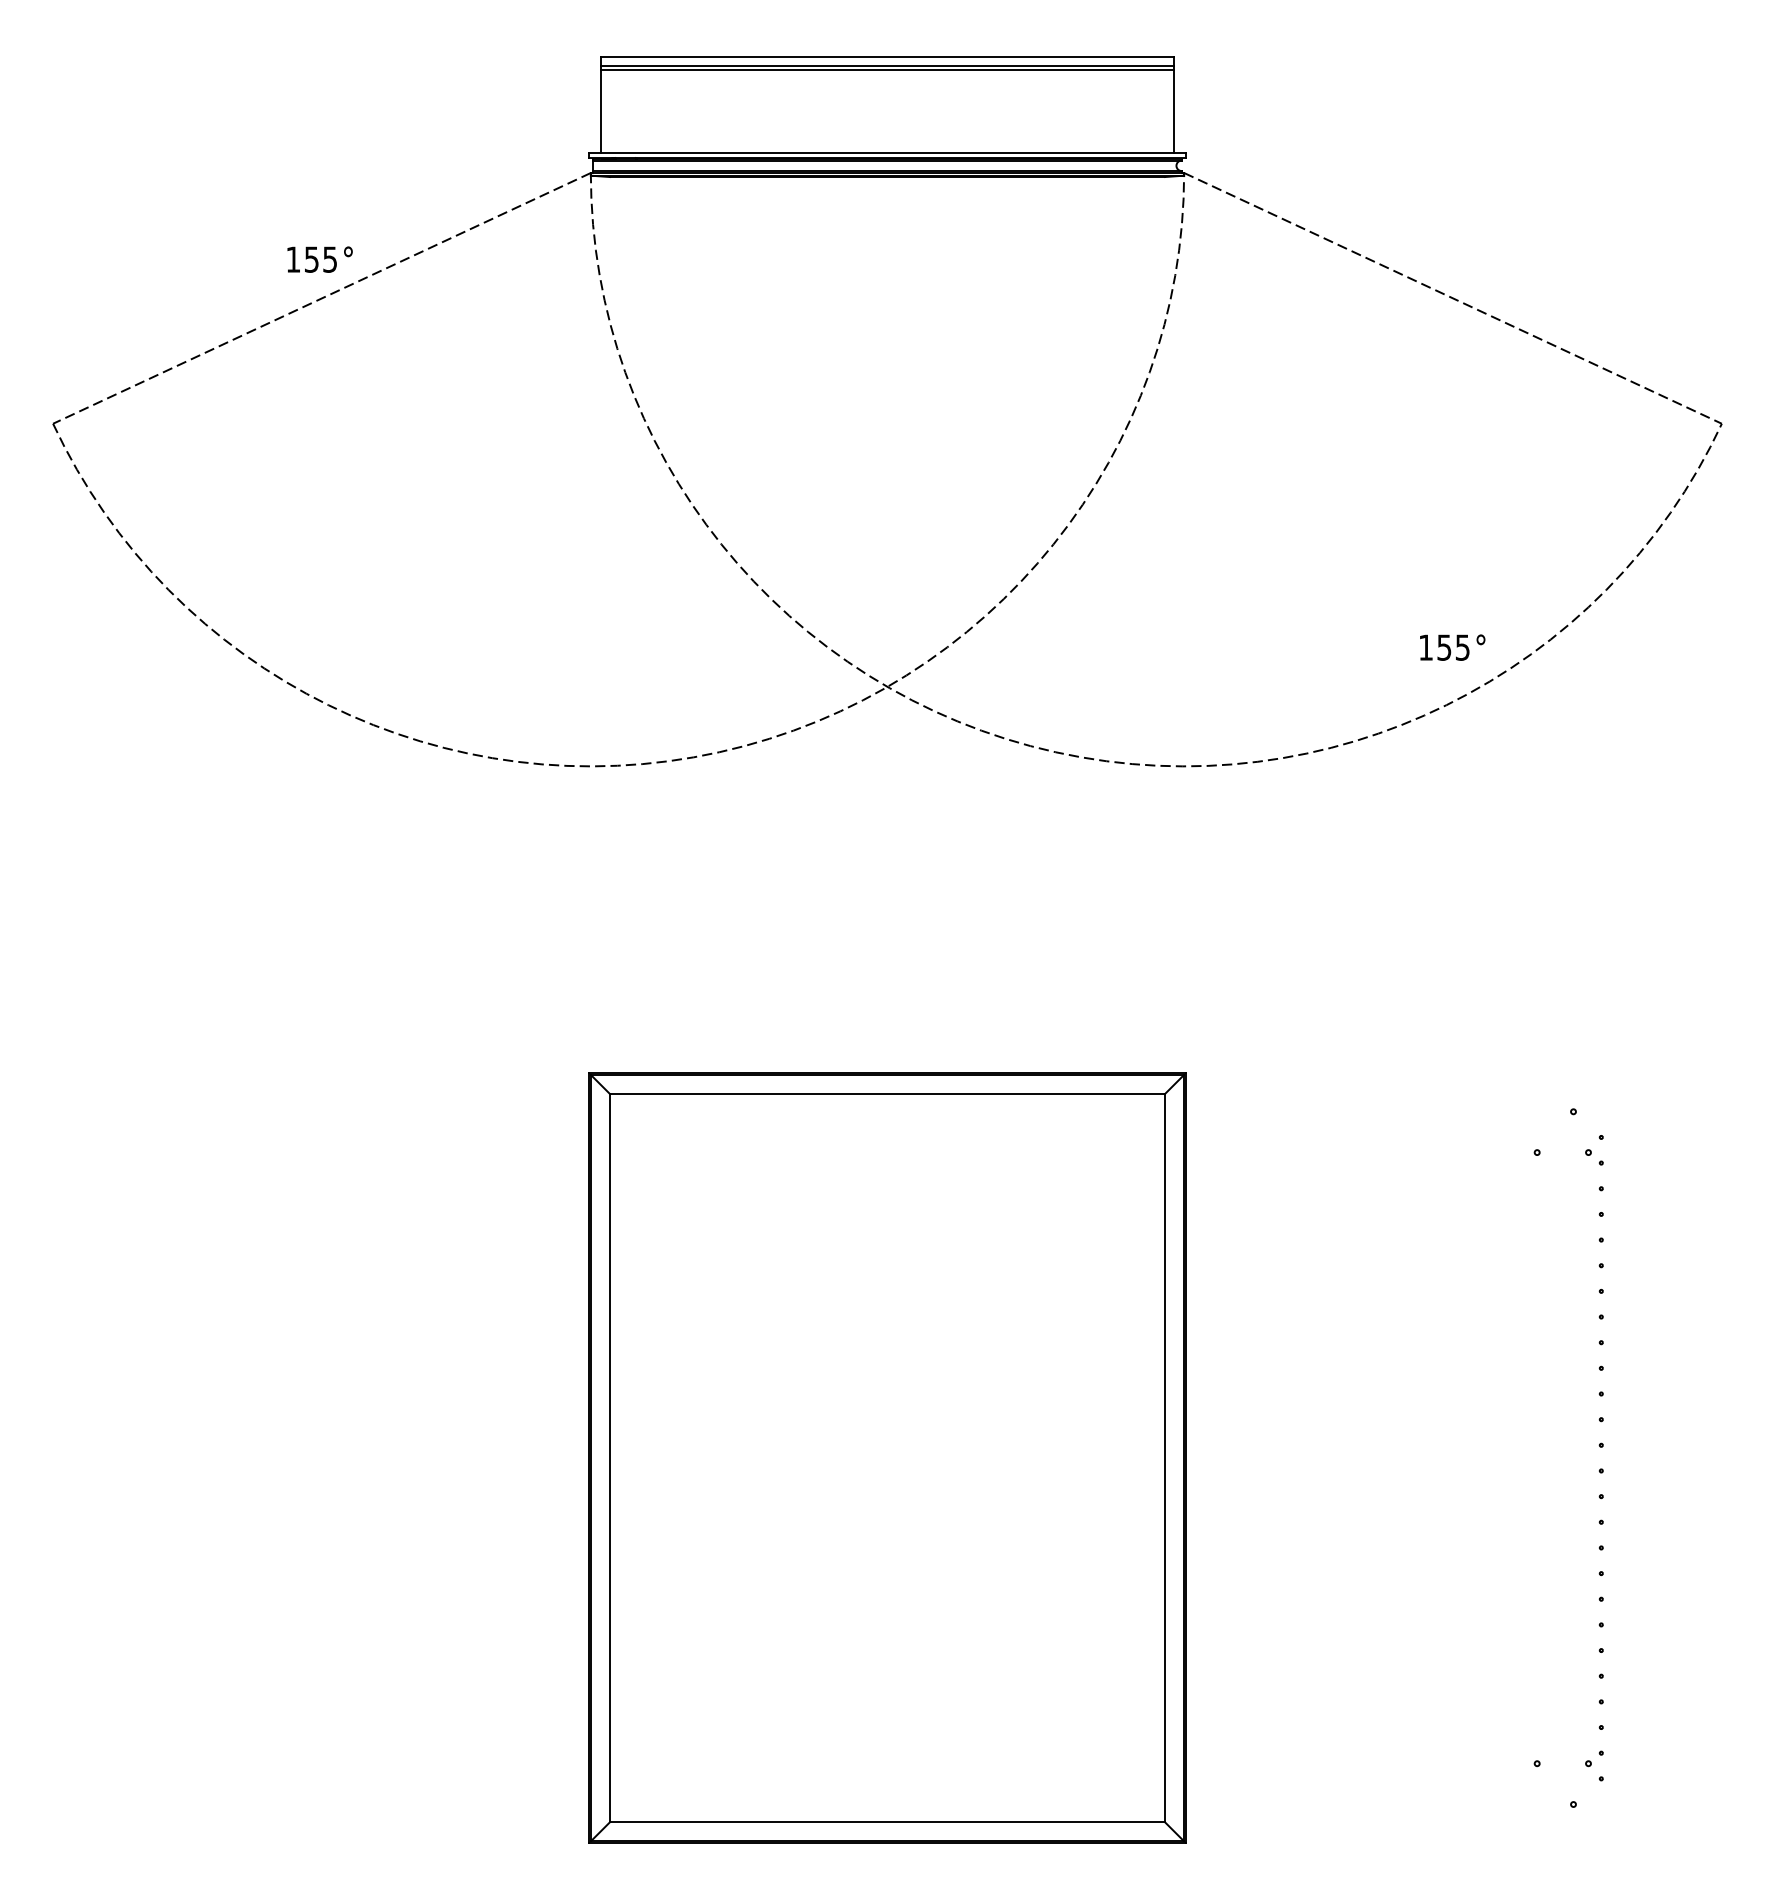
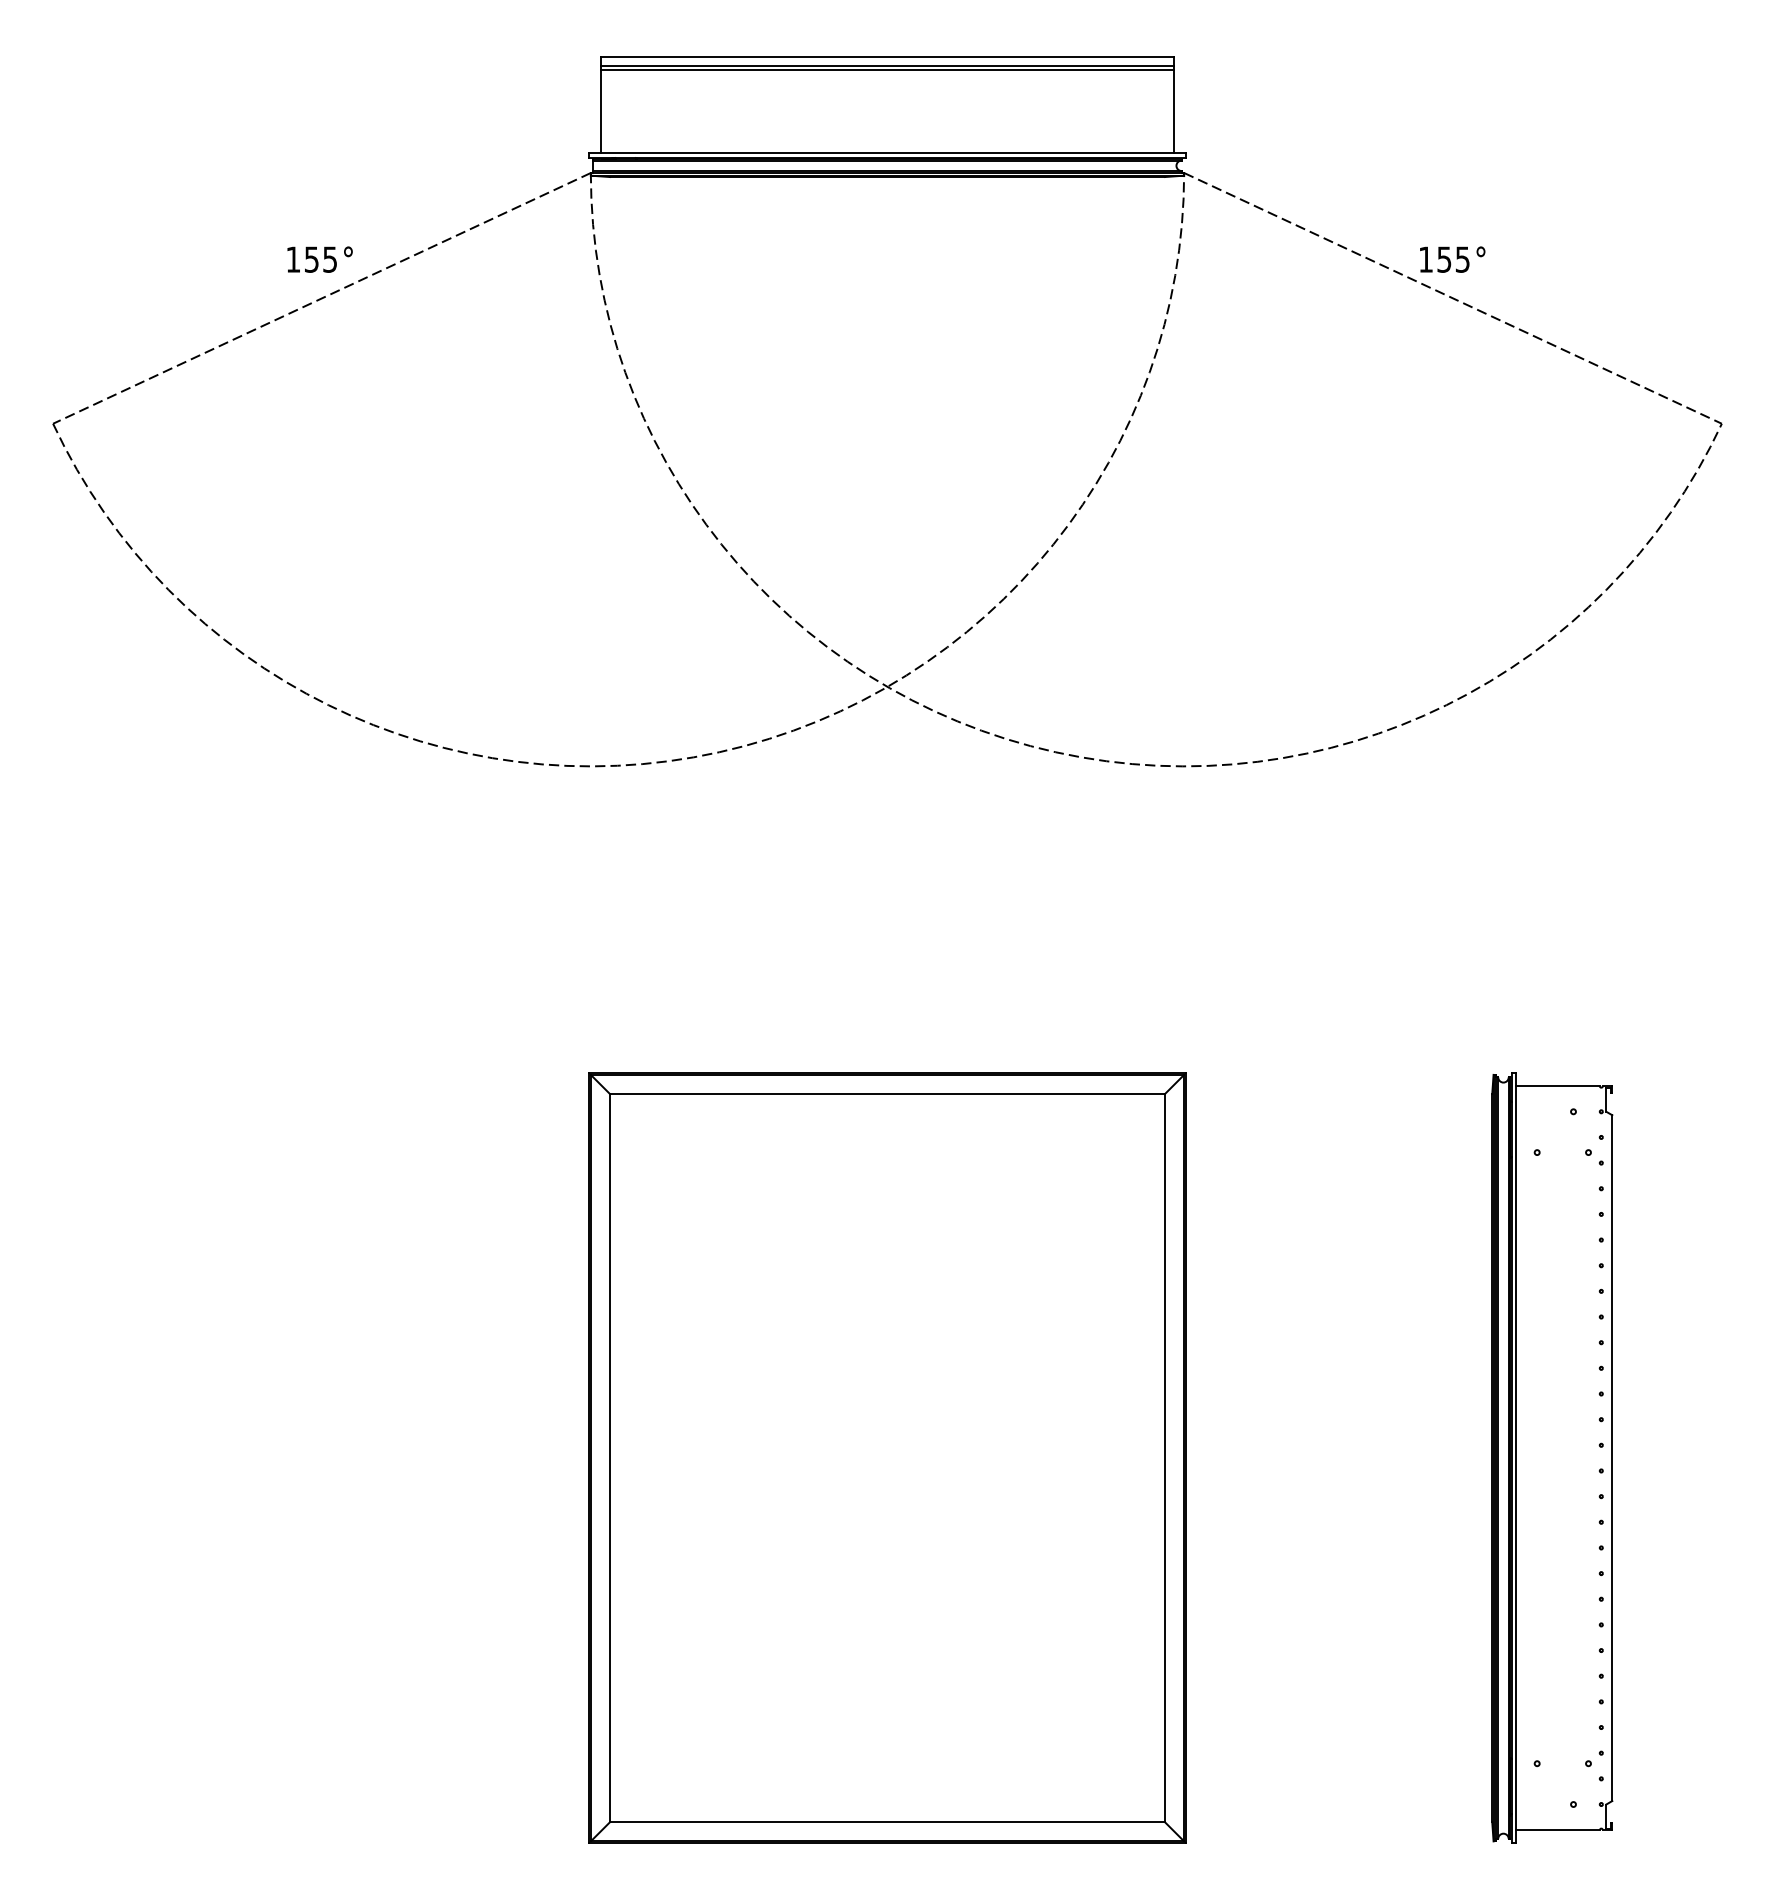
text at (1452, 647) position: (1452, 647) -> (1452, 259)
part at (1552, 1457): none -> present
